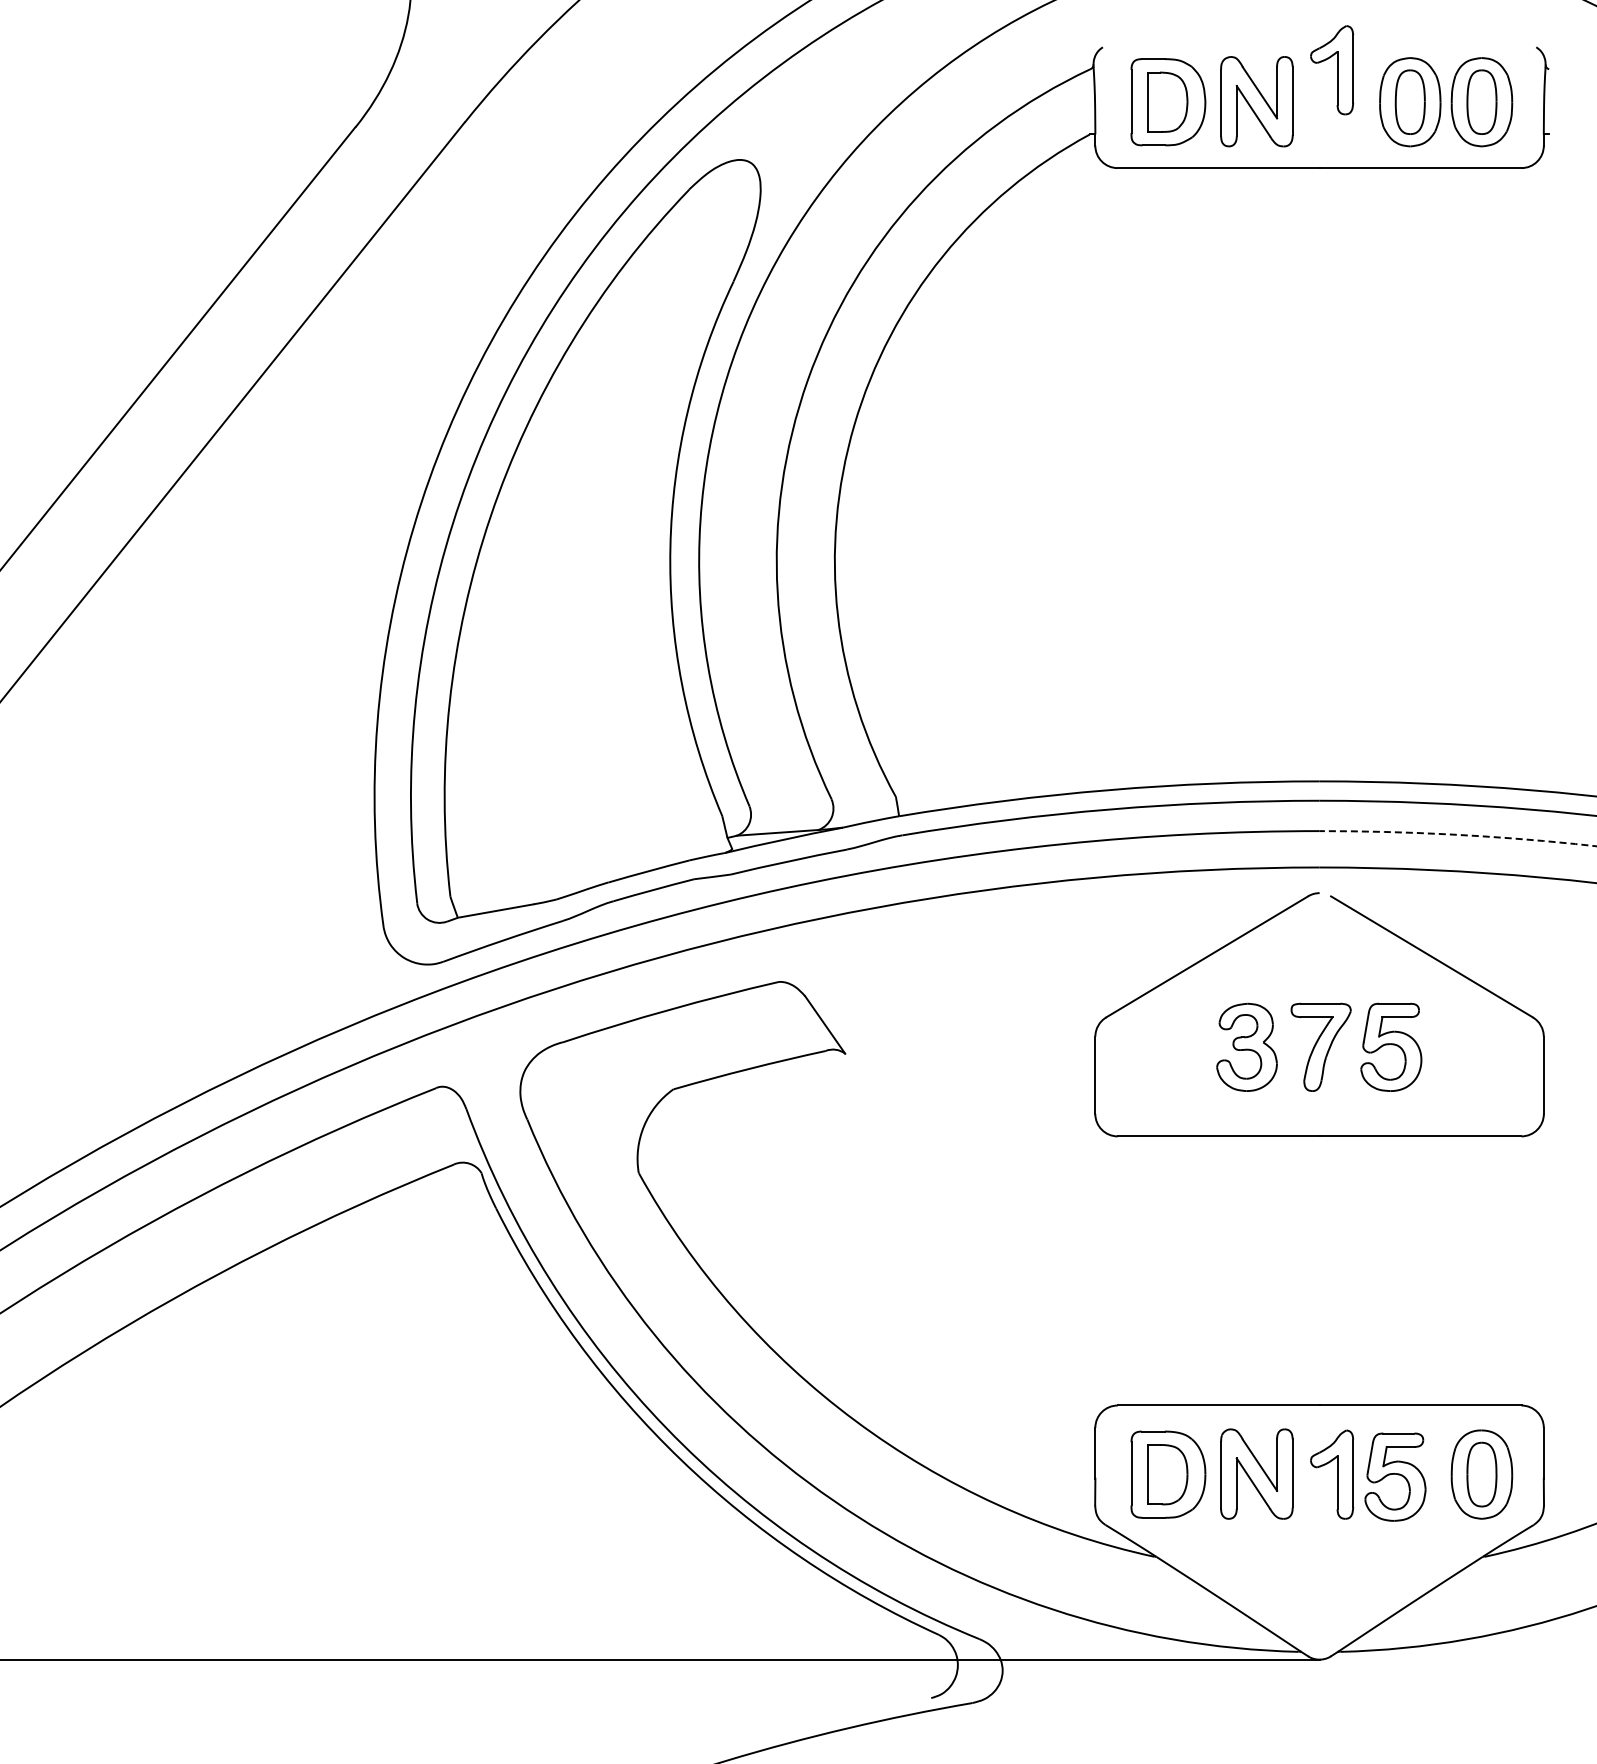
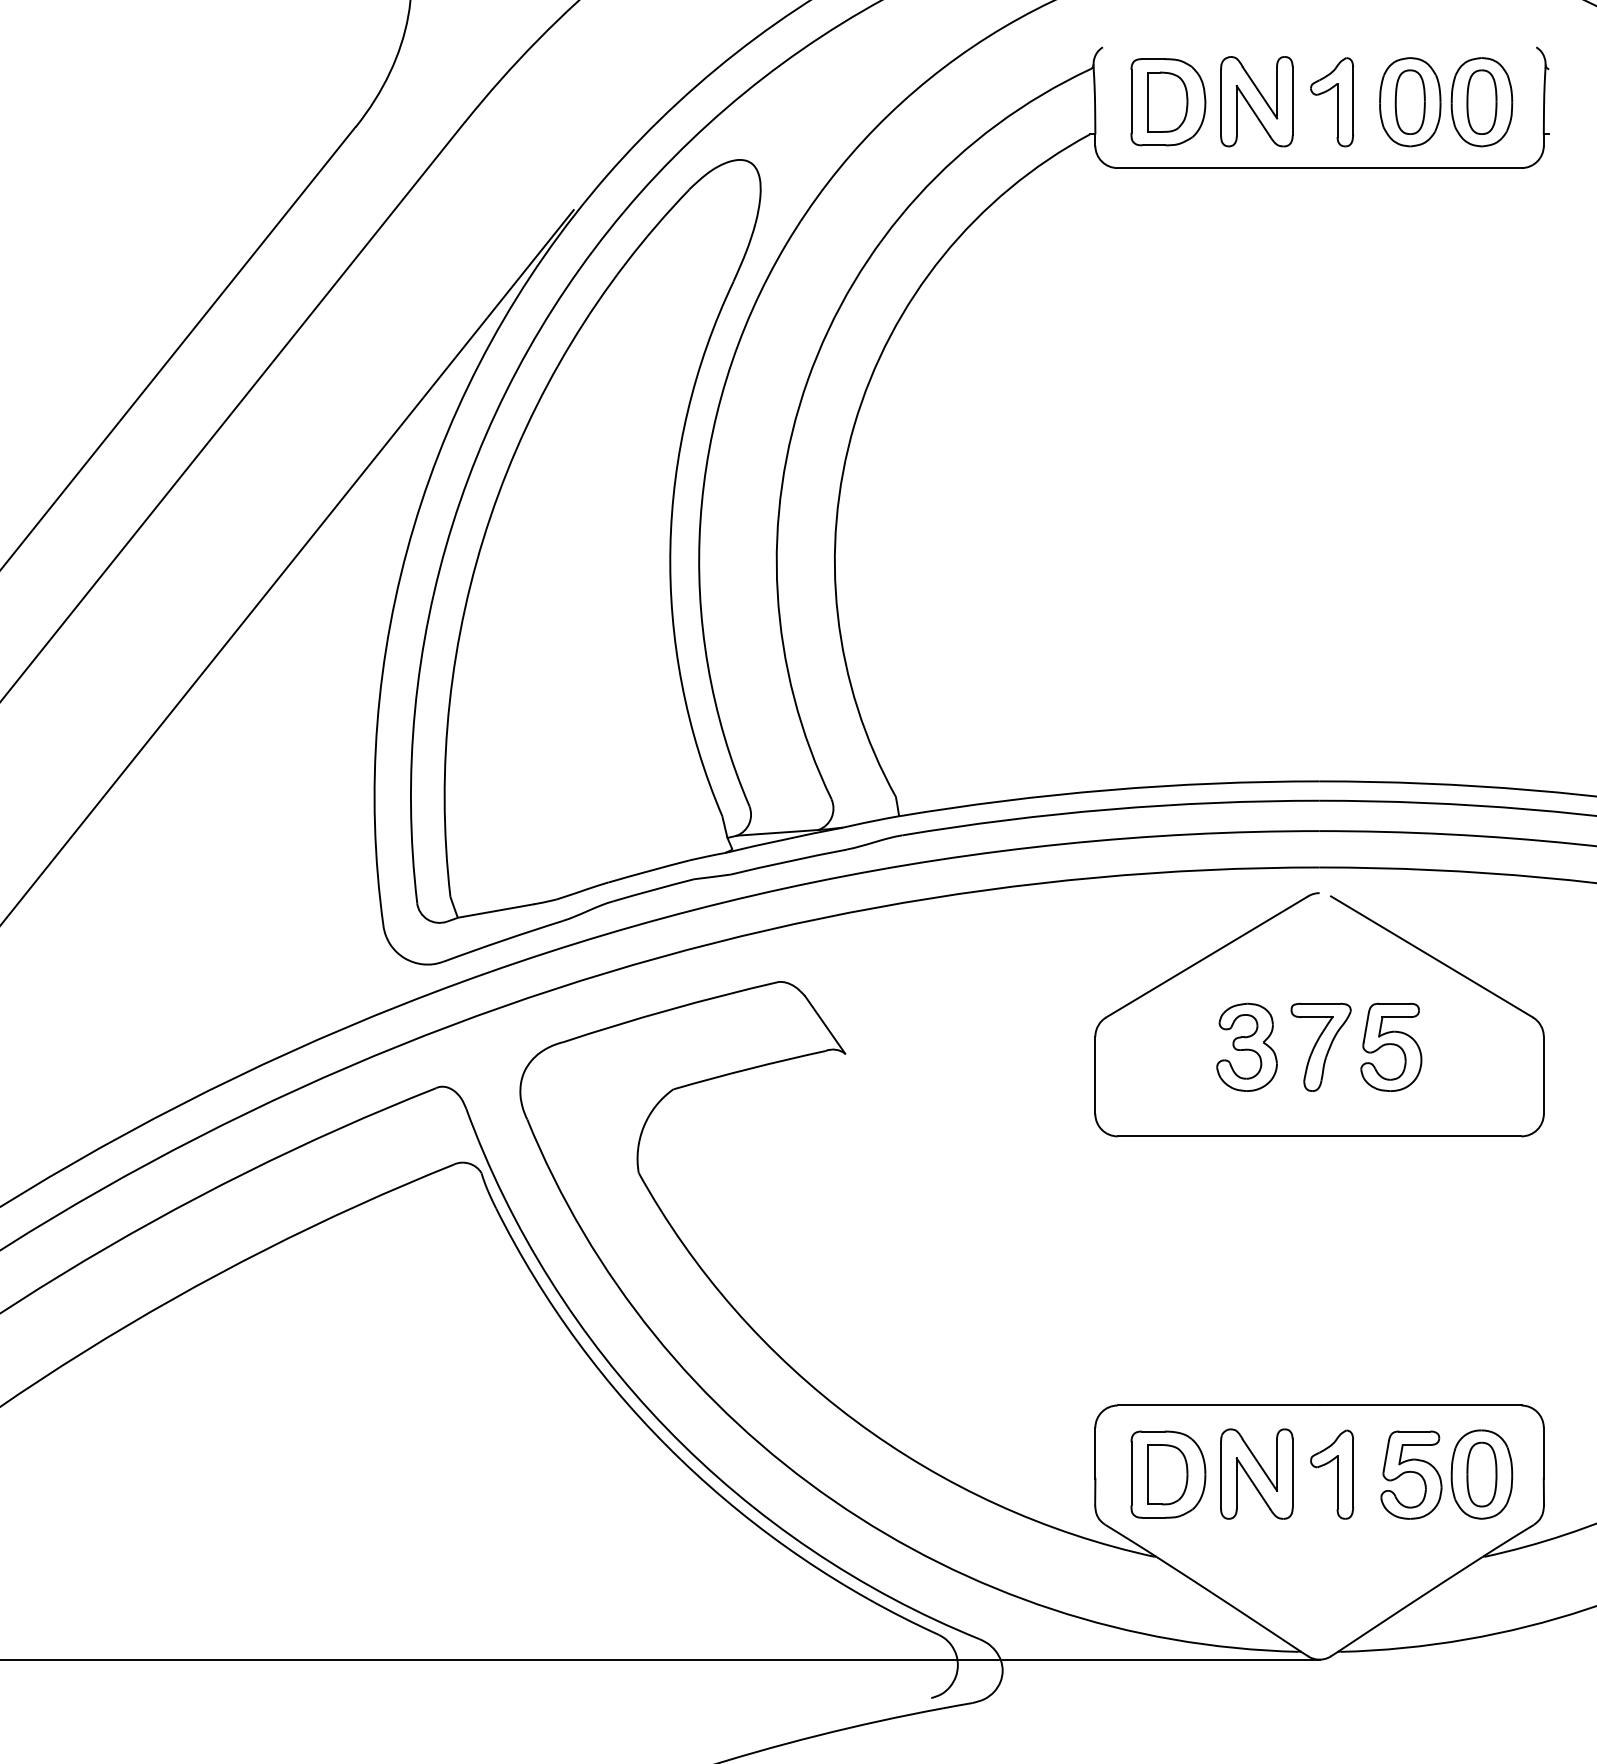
part at (1332, 70) position: (1332, 70) -> (1332, 102)
line at (287, 566): none -> present
arc at (1456, 834): dashed -> solid
part at (1395, 1476) position: (1395, 1476) -> (1411, 1474)
